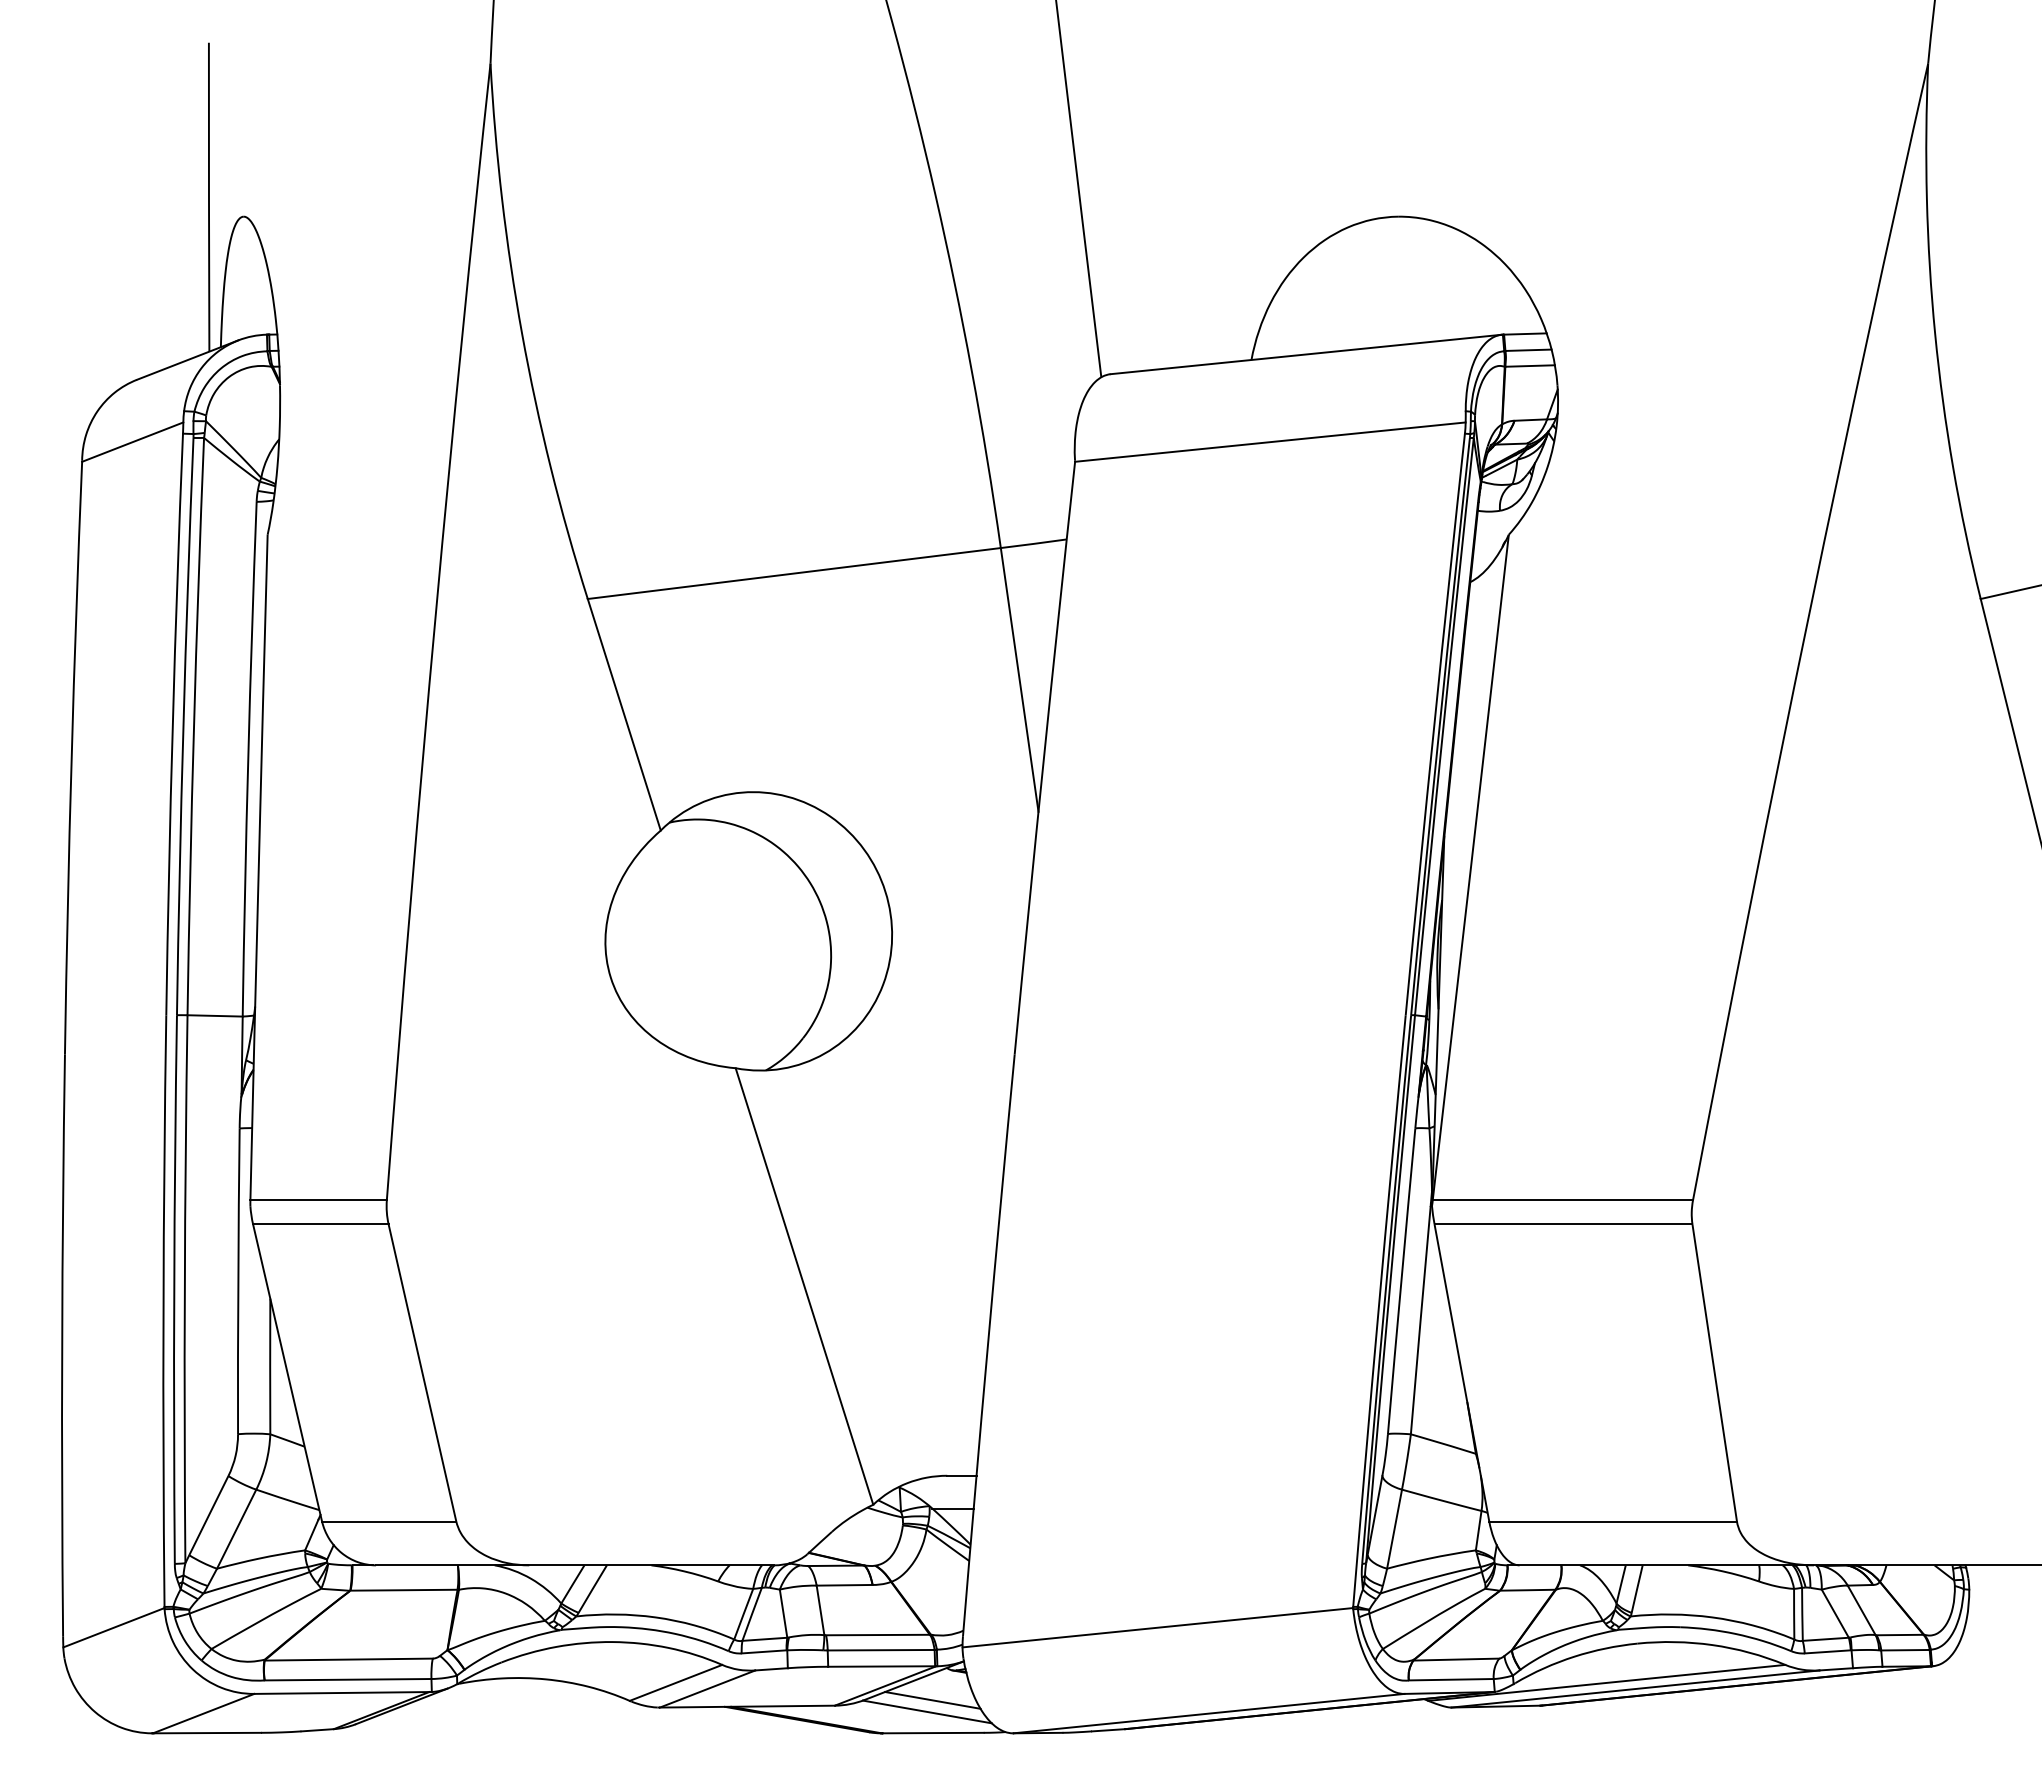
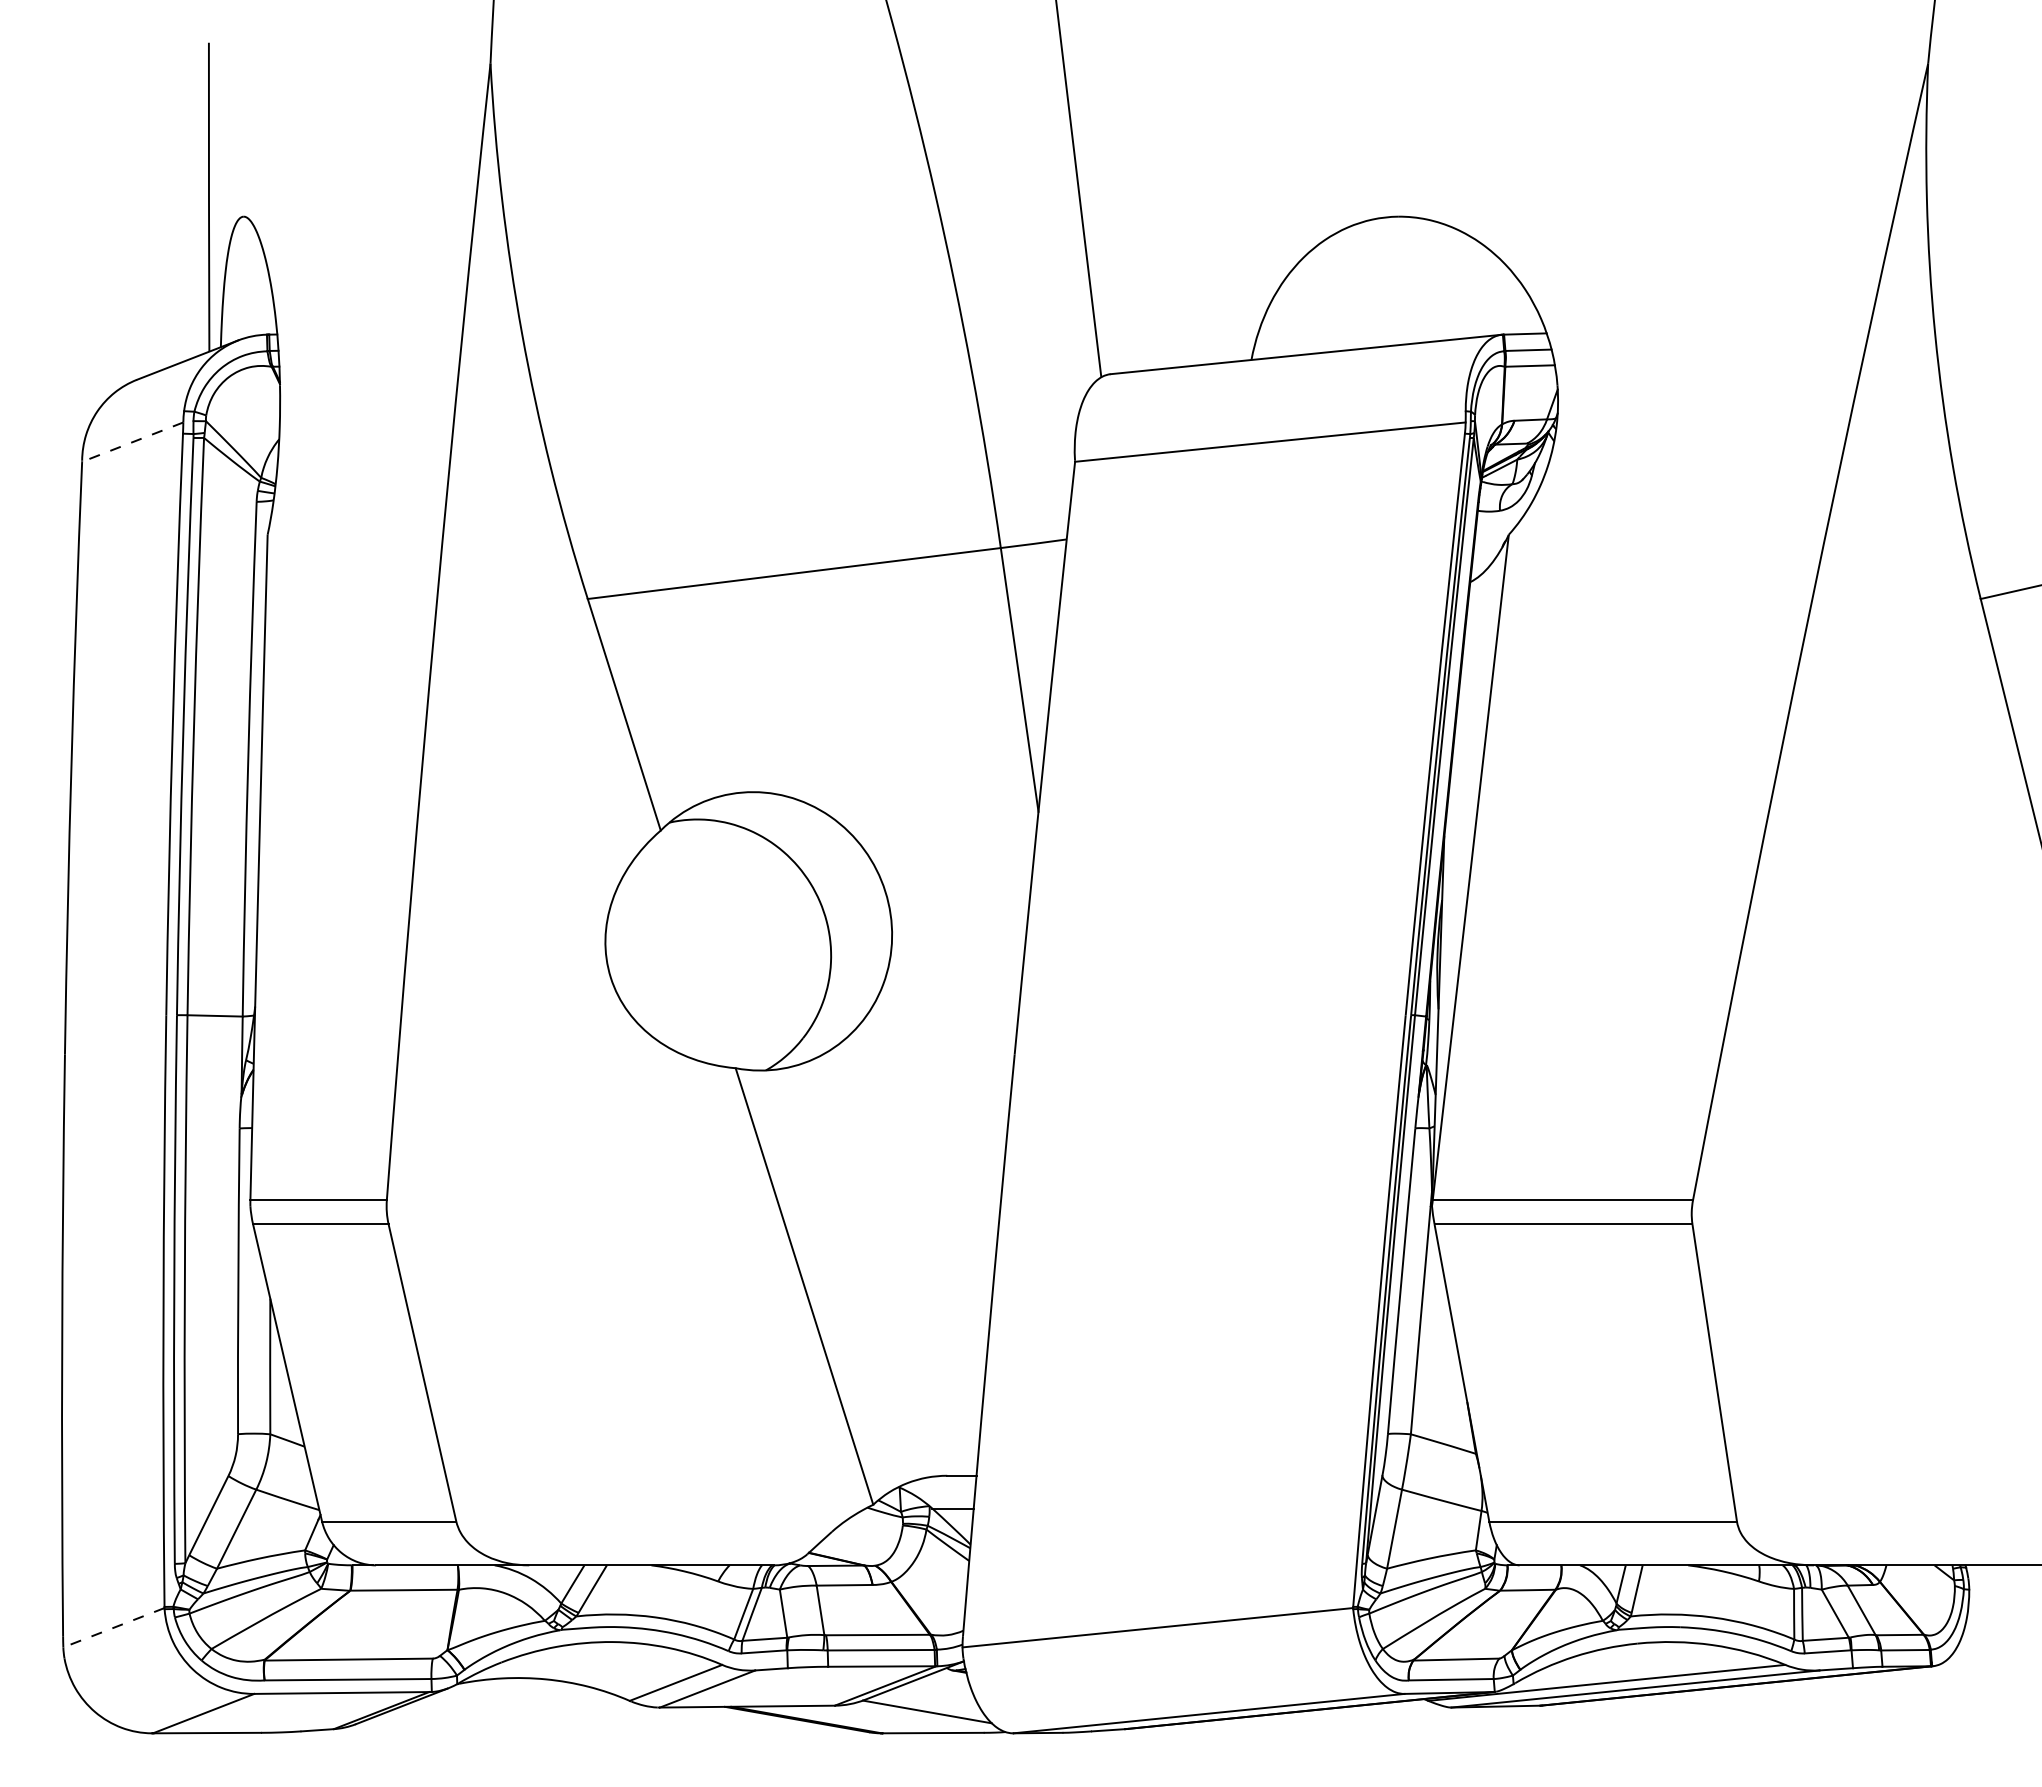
line at (132, 442): solid -> dashed
line at (113, 1627): solid -> dashed
line at (932, 1699): present -> none
